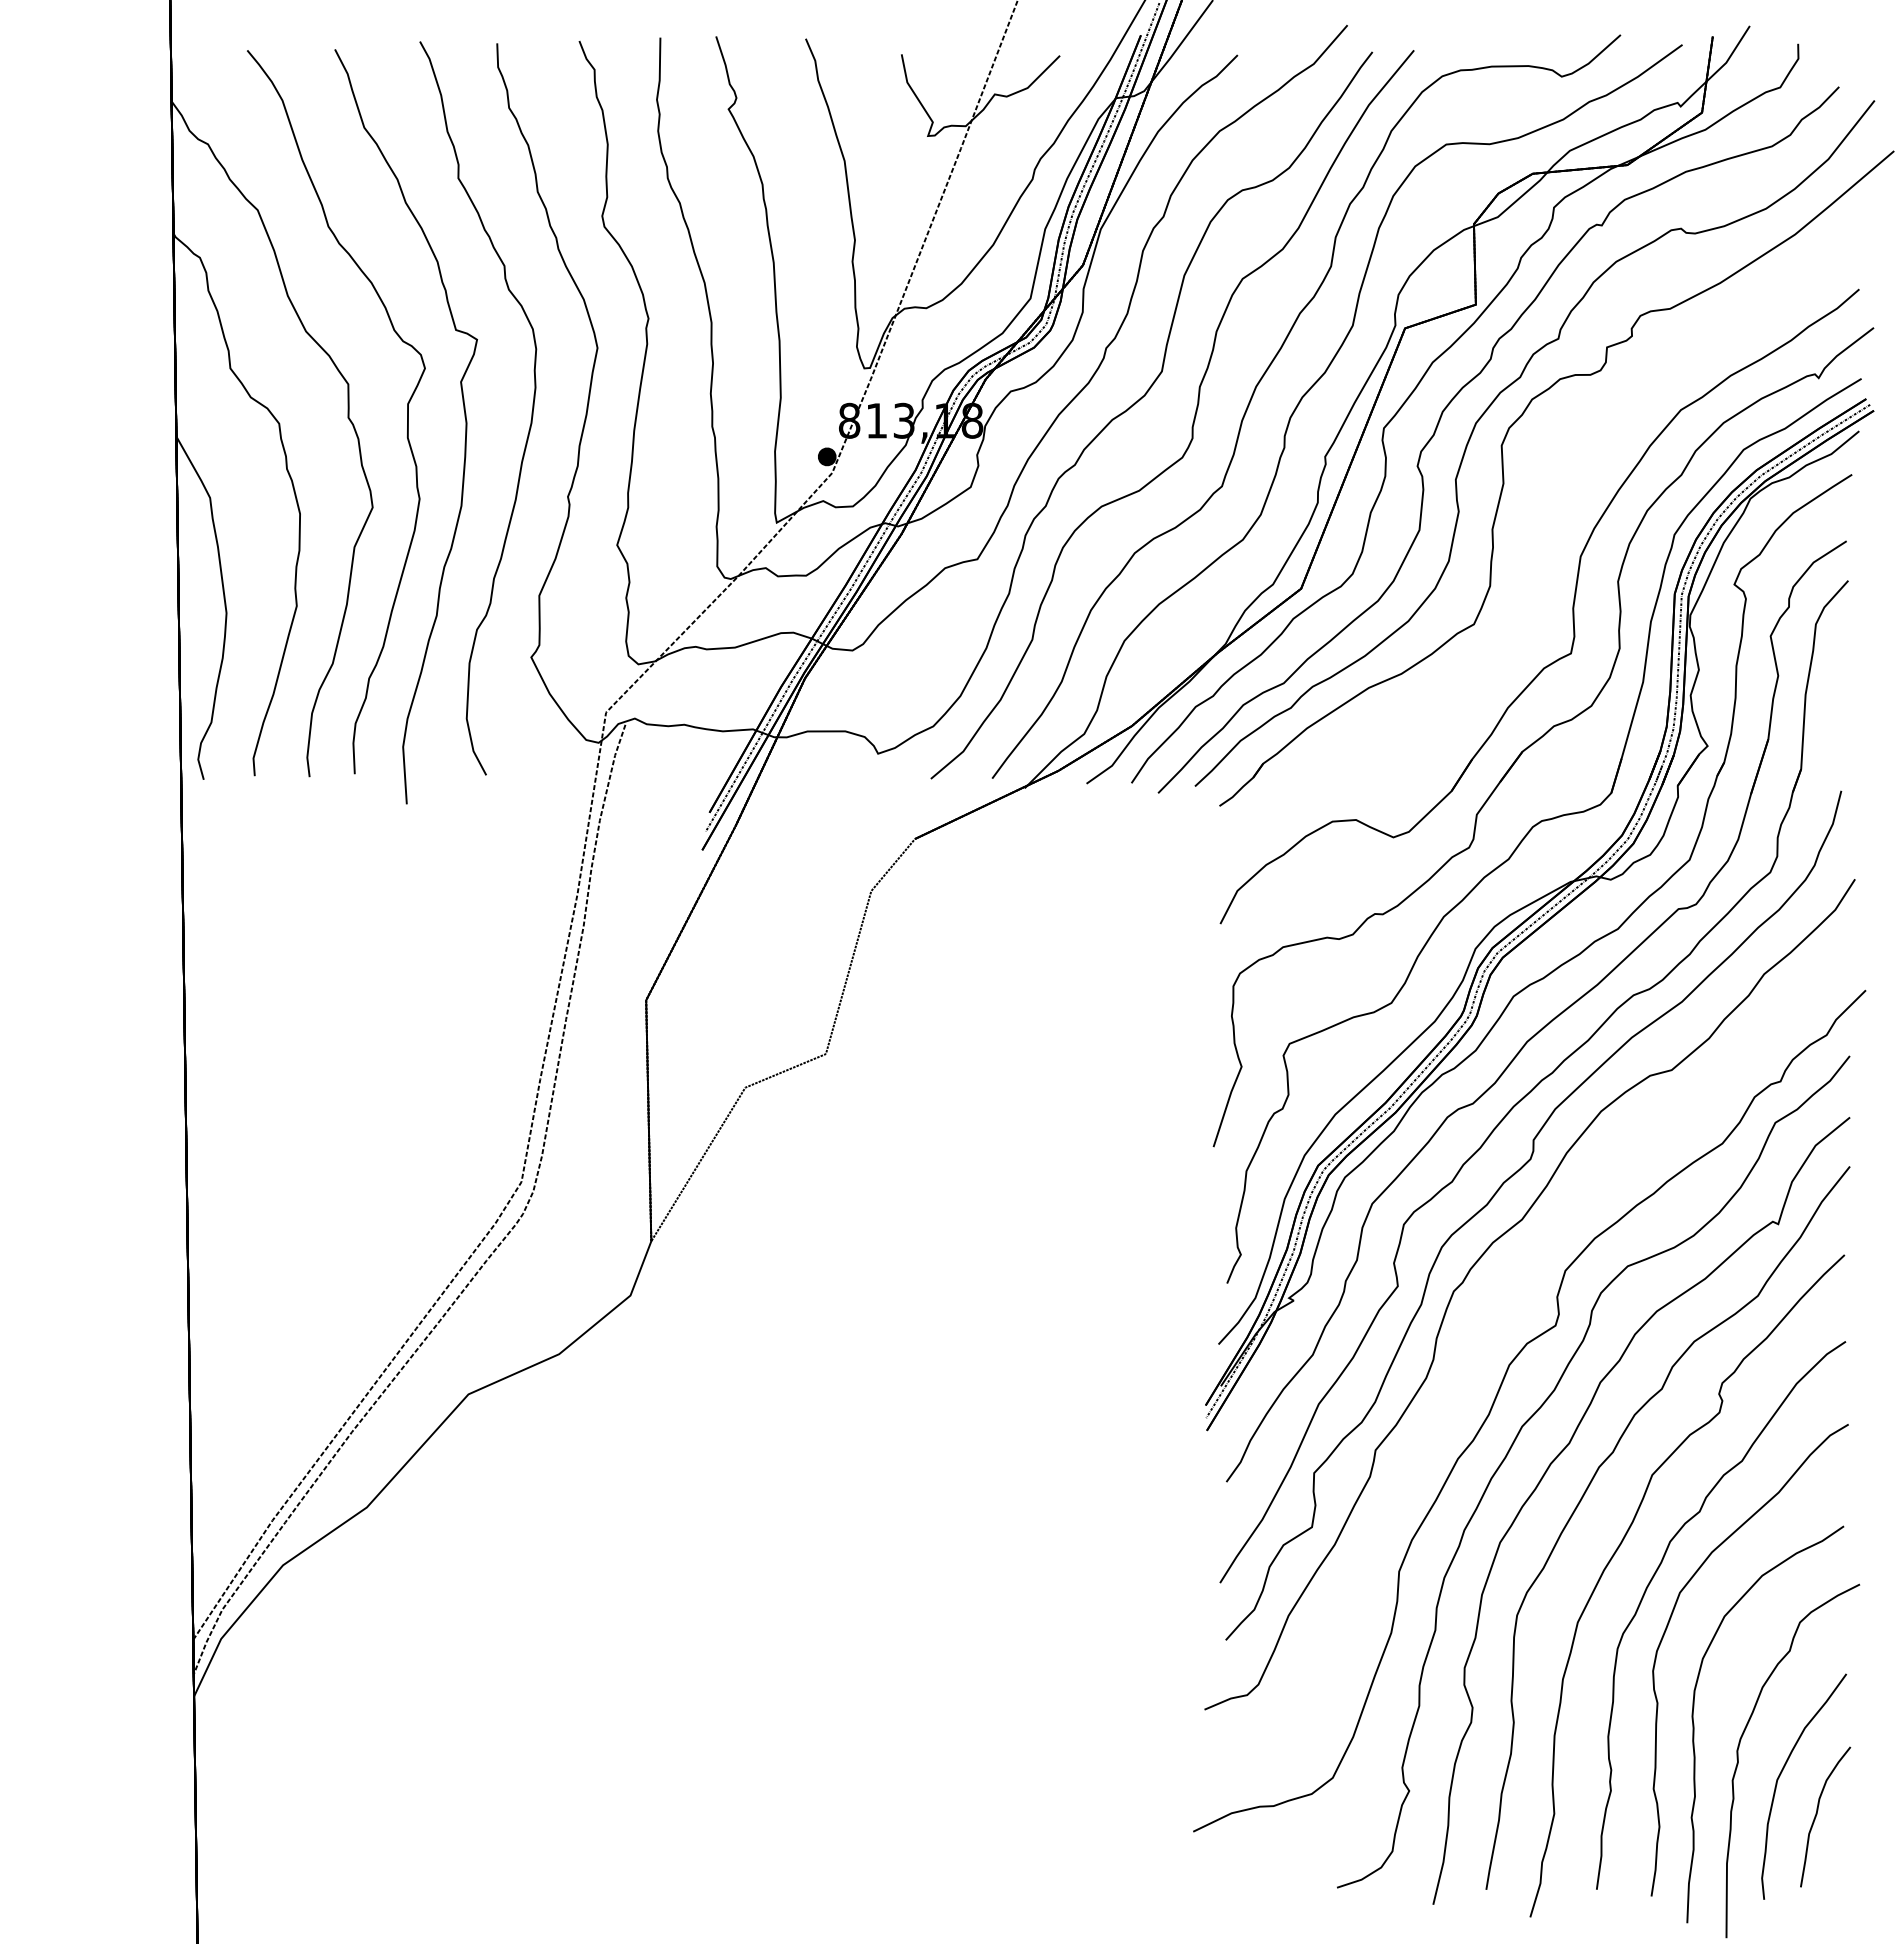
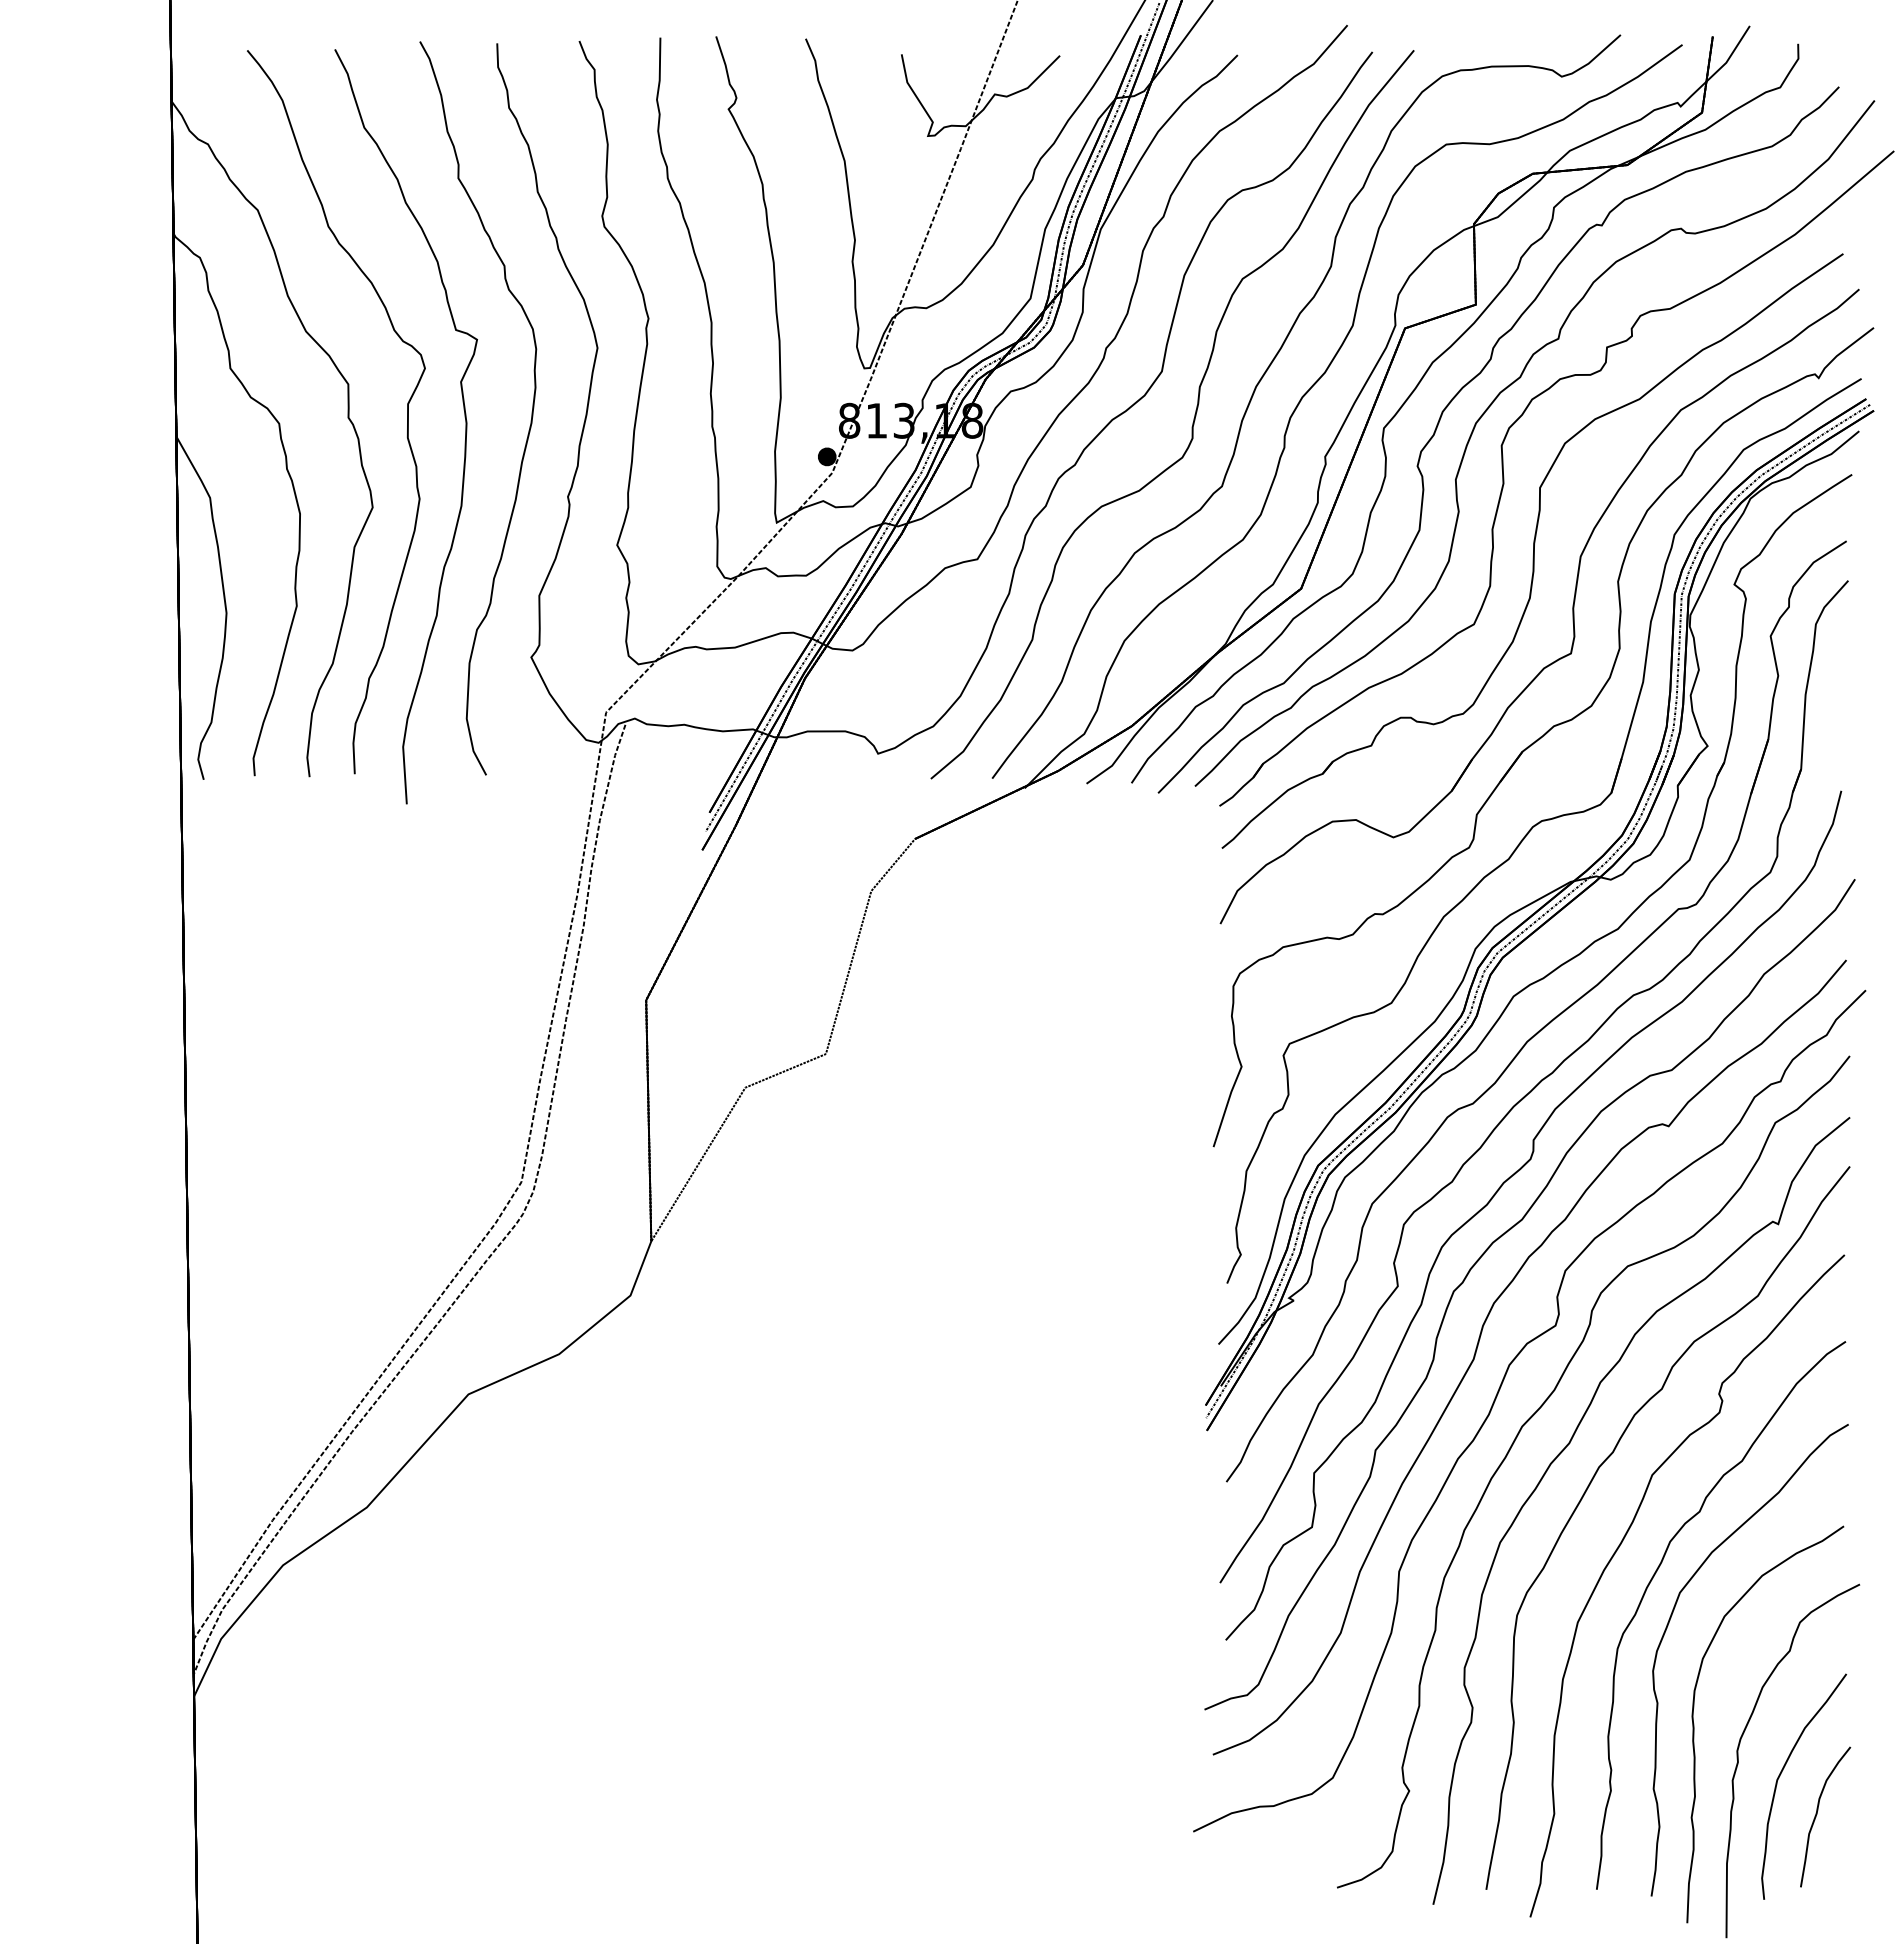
part at (1532, 550): none -> present
part at (1478, 1346): none -> present
